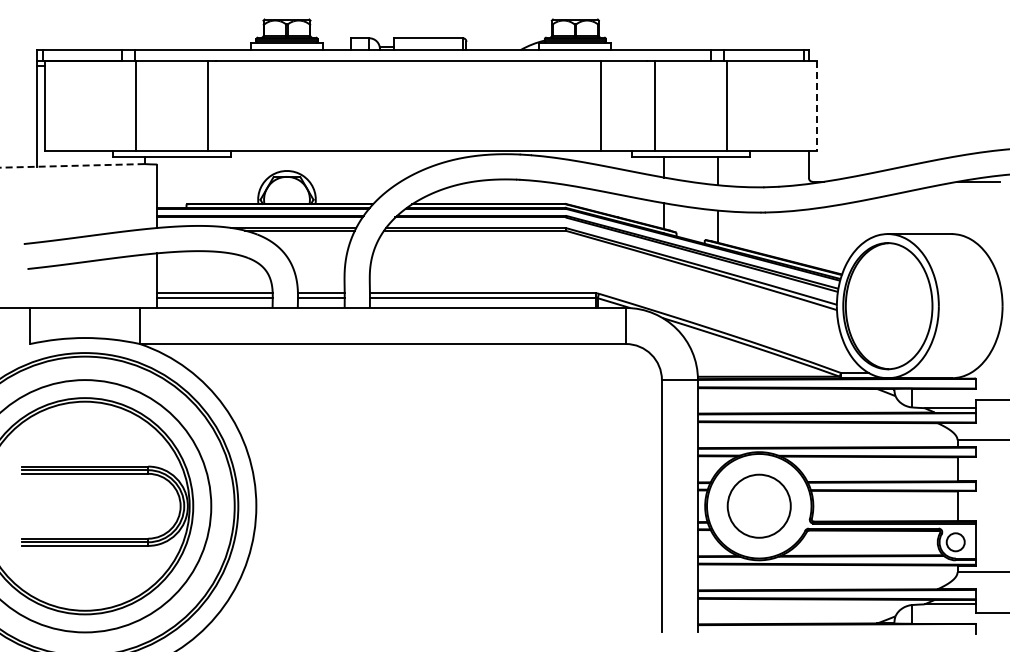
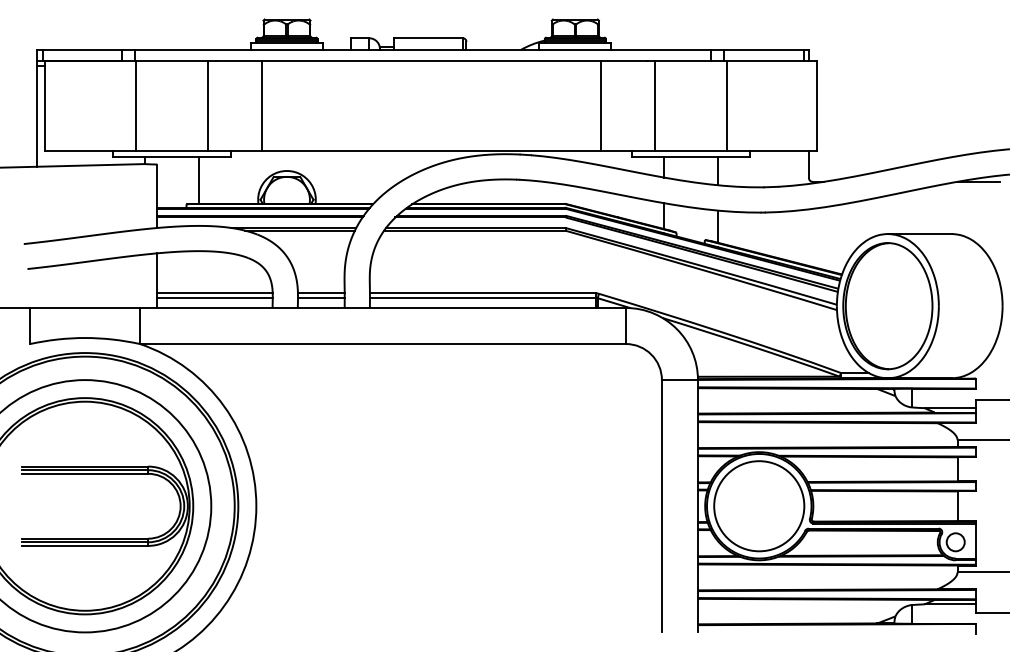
line at (261, 106): none -> present
line at (816, 106): dashed -> solid
line at (72, 165): dashed -> solid
line at (198, 179): none -> present
circle at (758, 505) diameter: 63 px -> 90 px
